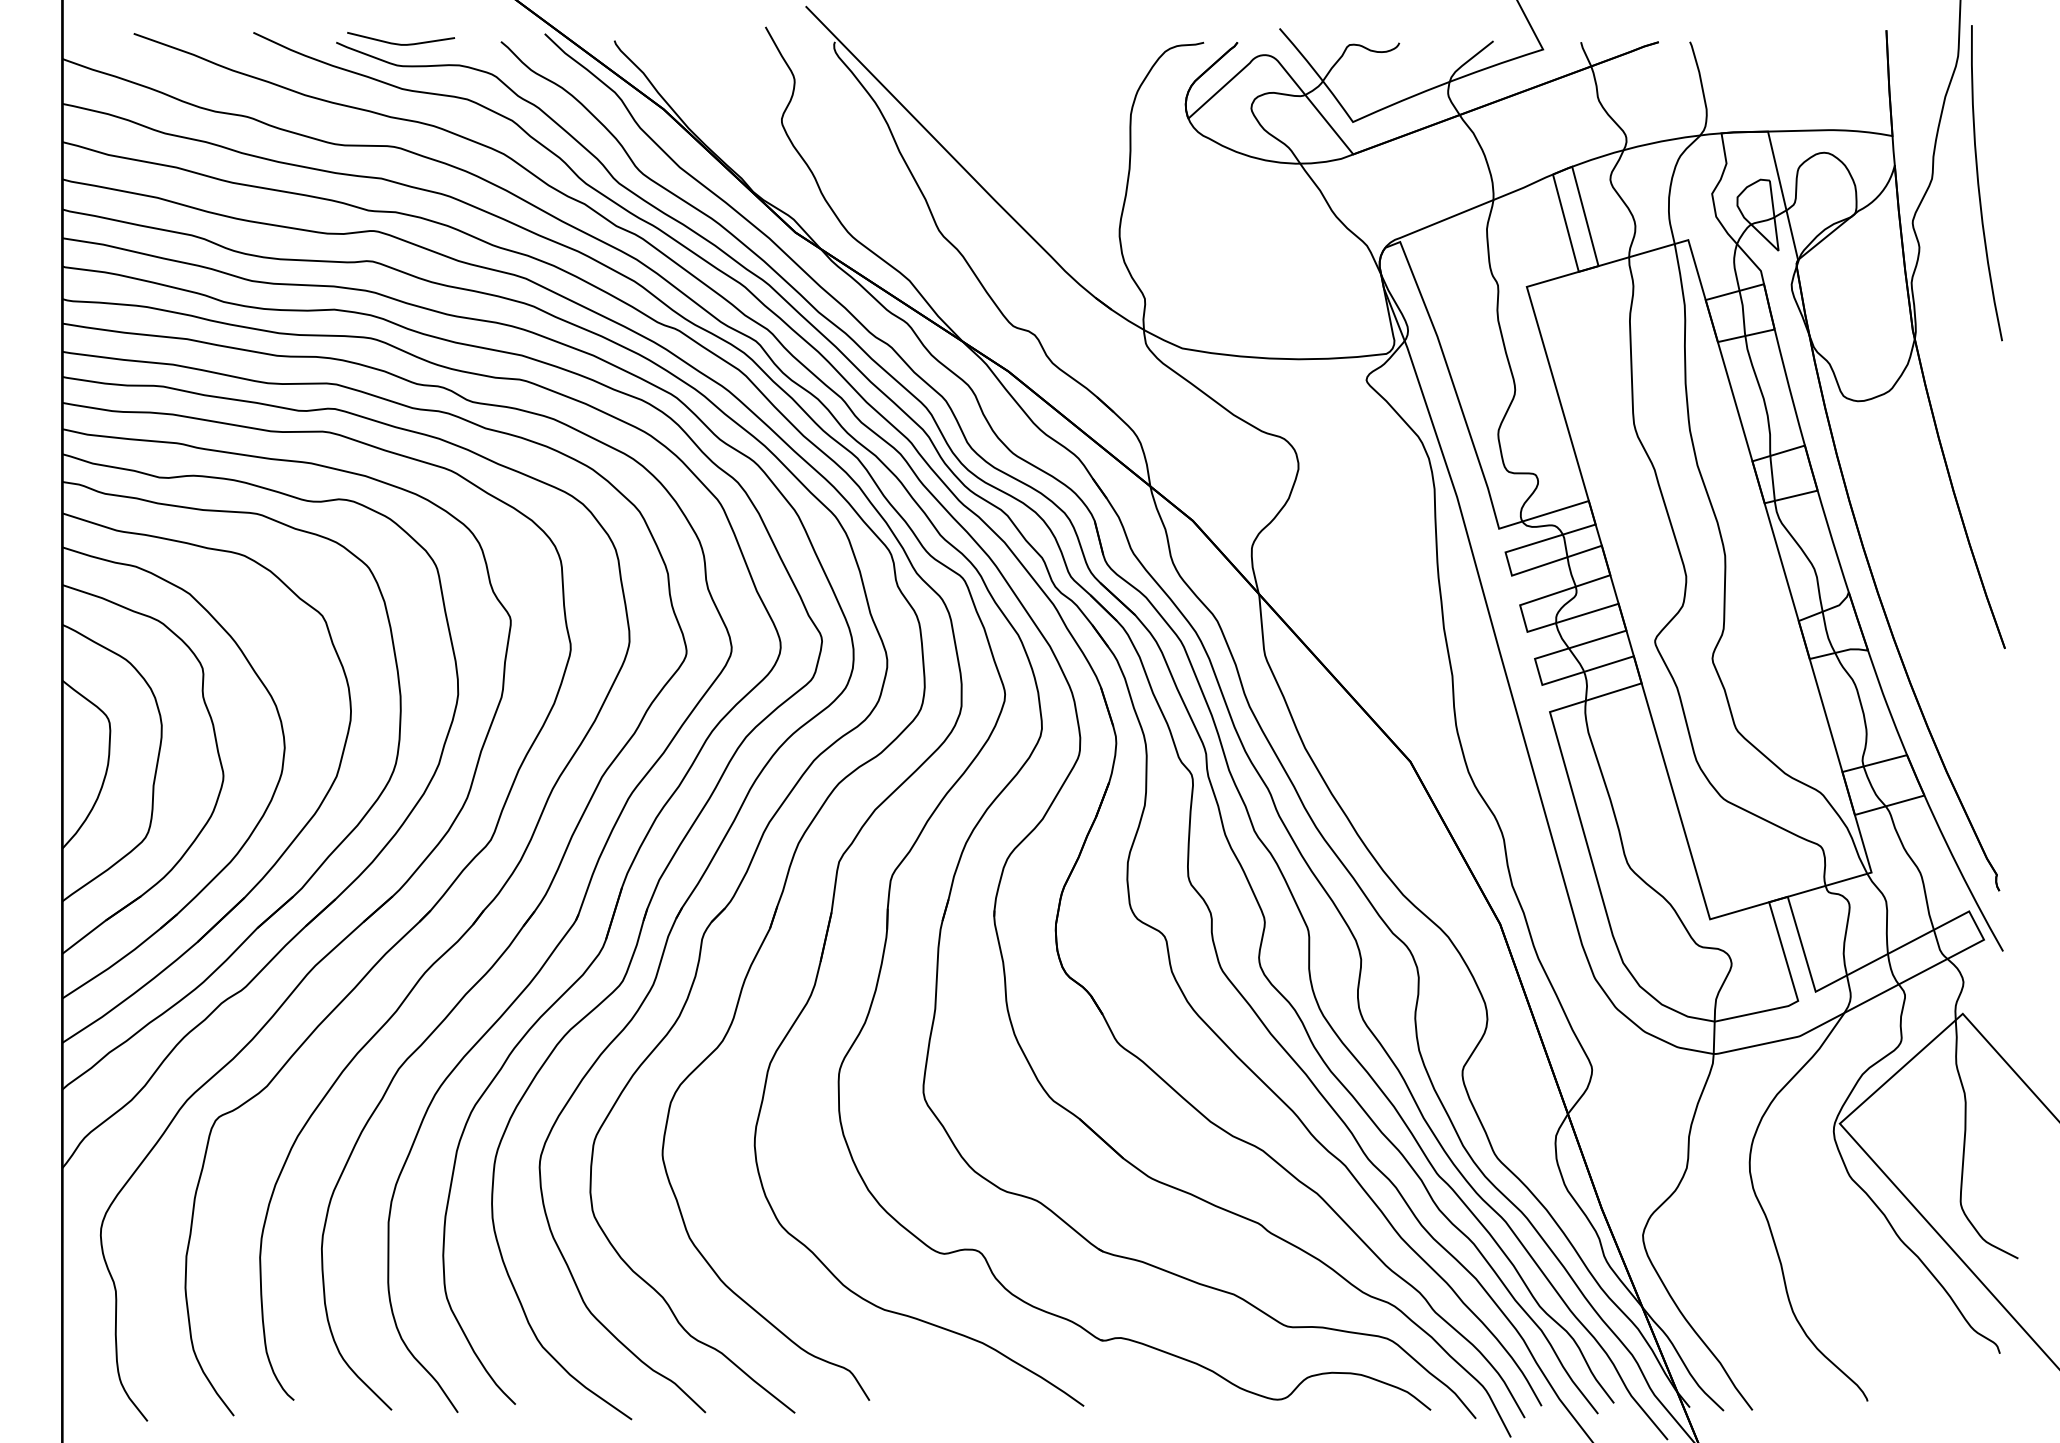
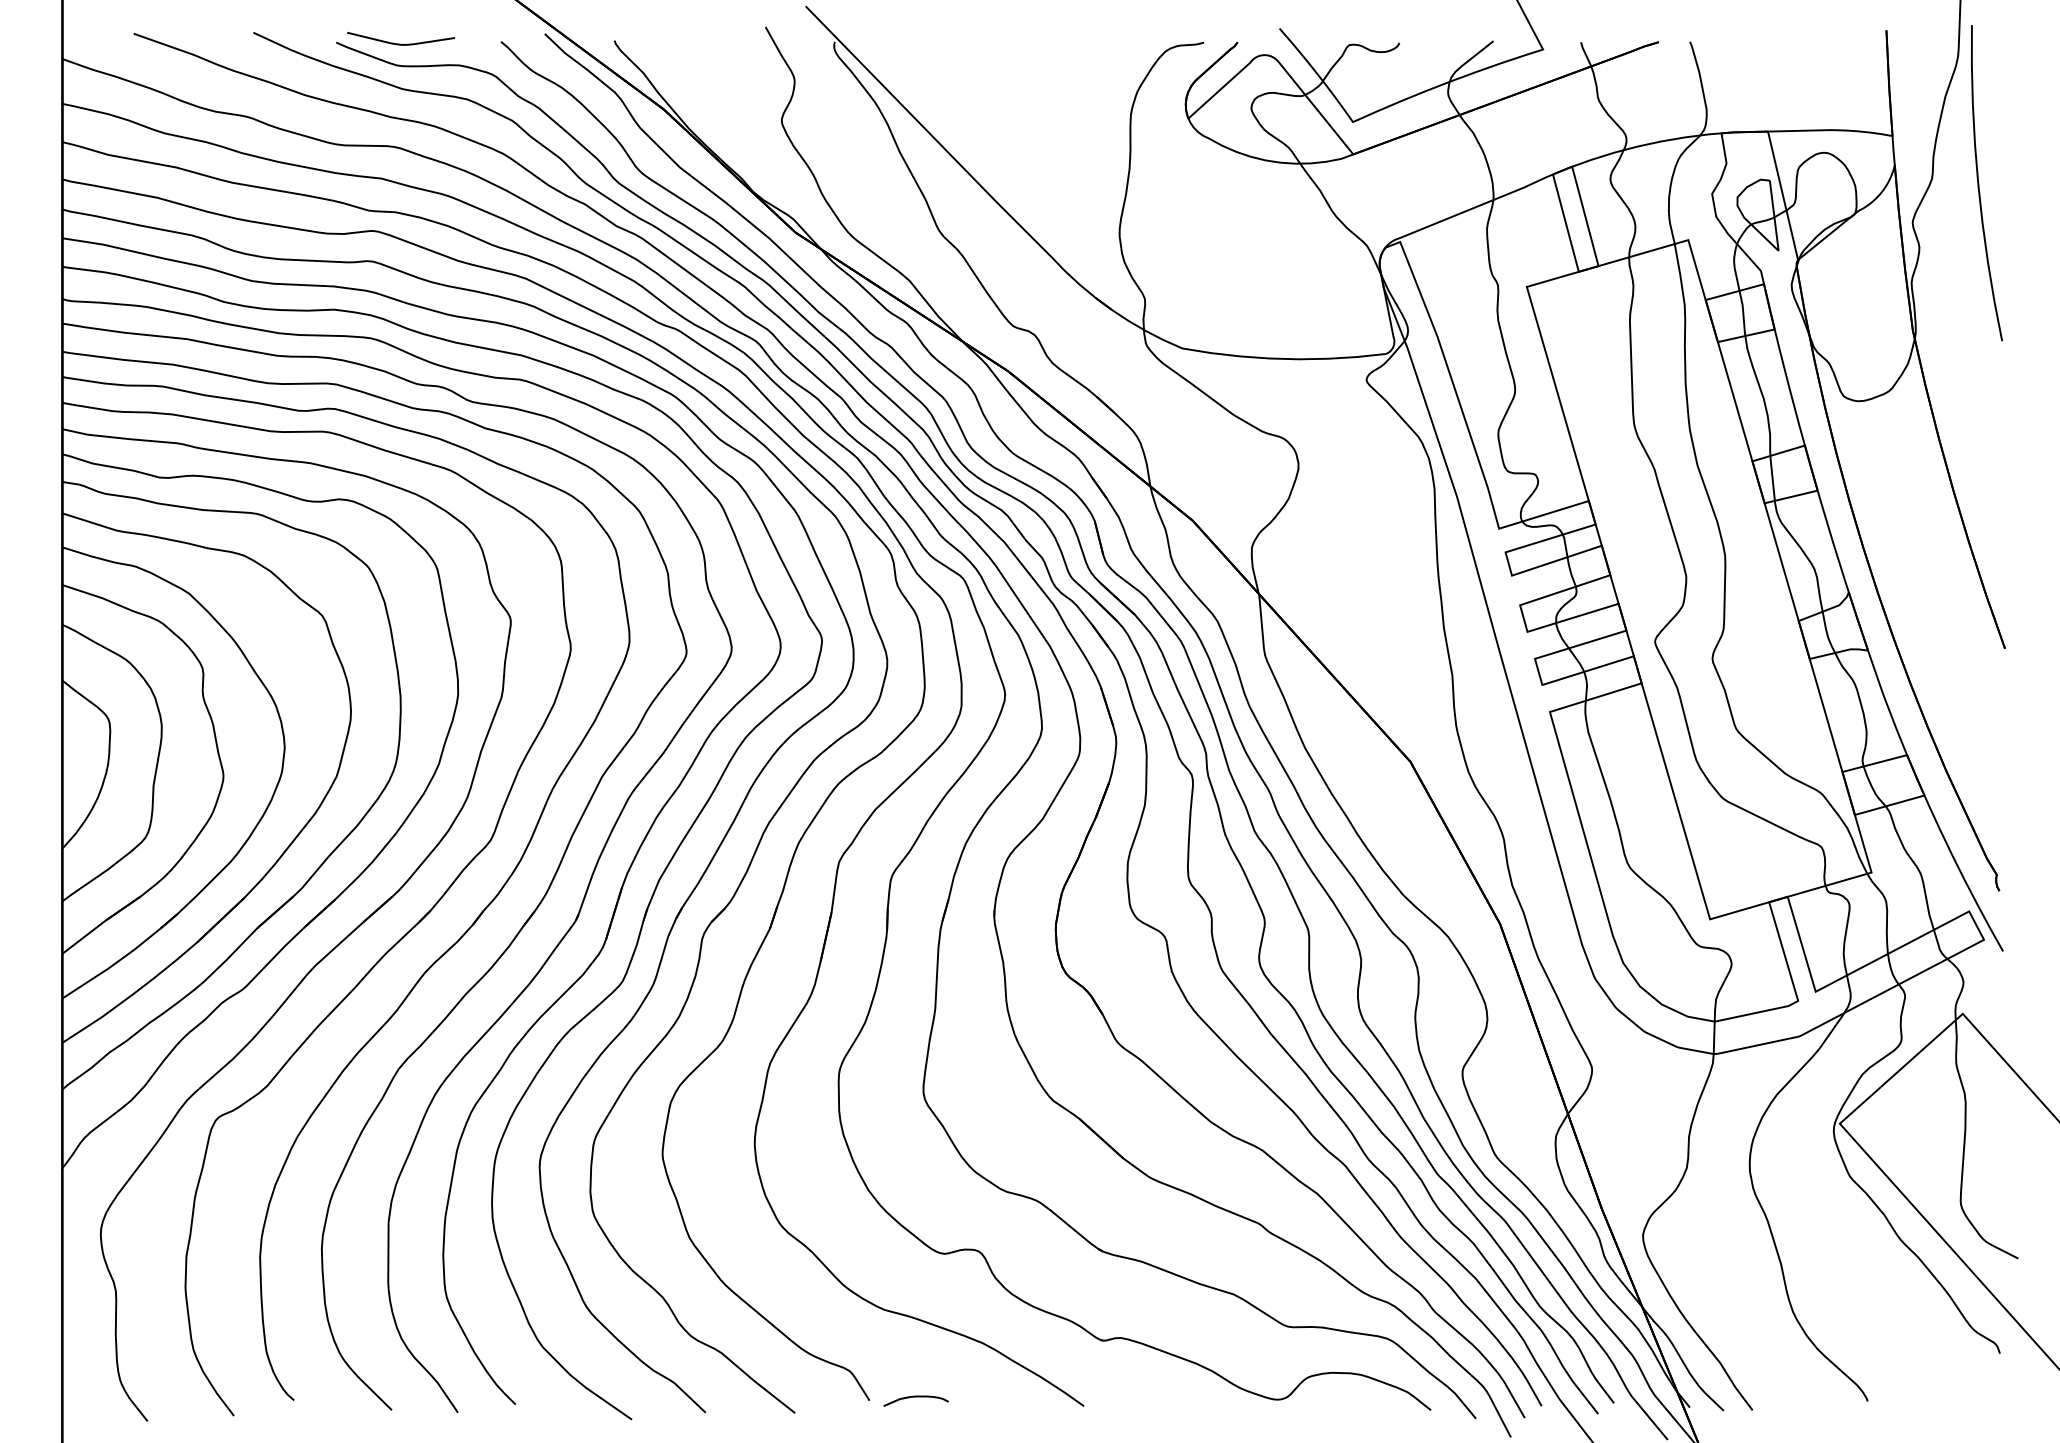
curve at (915, 1397): none -> present
